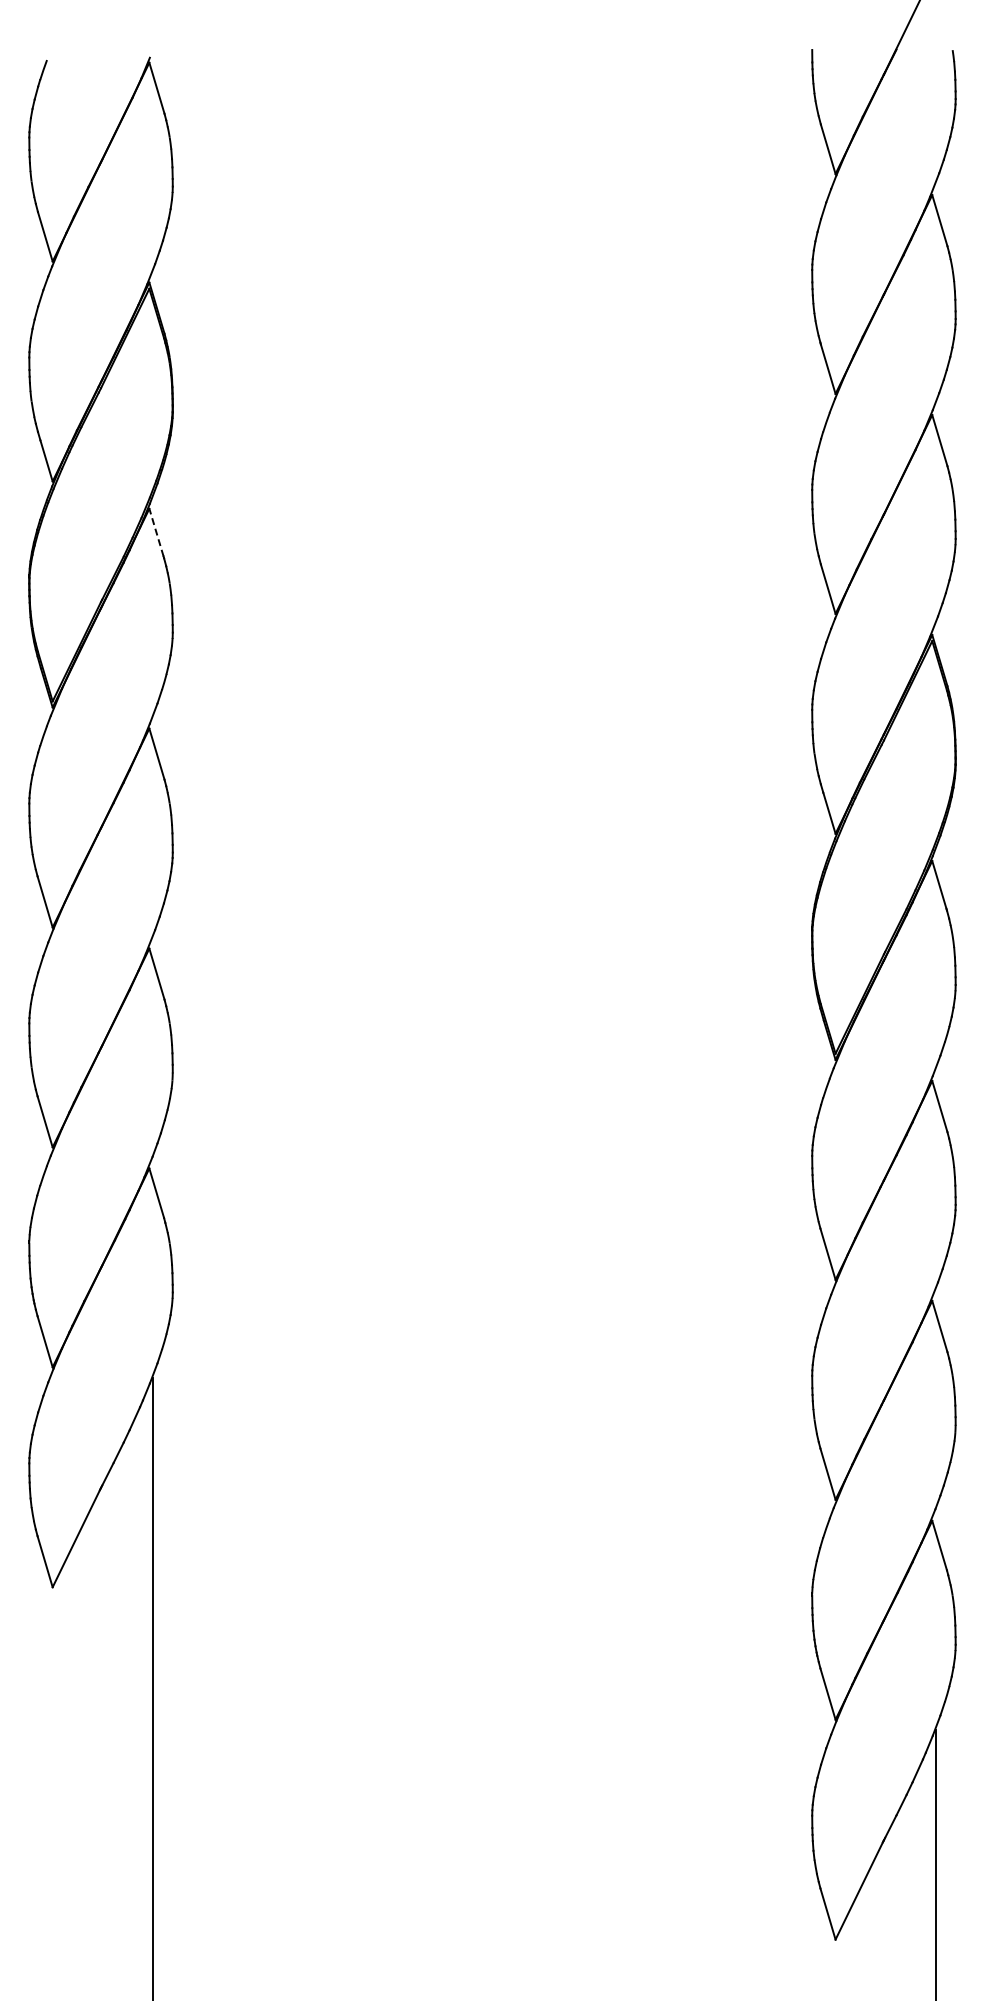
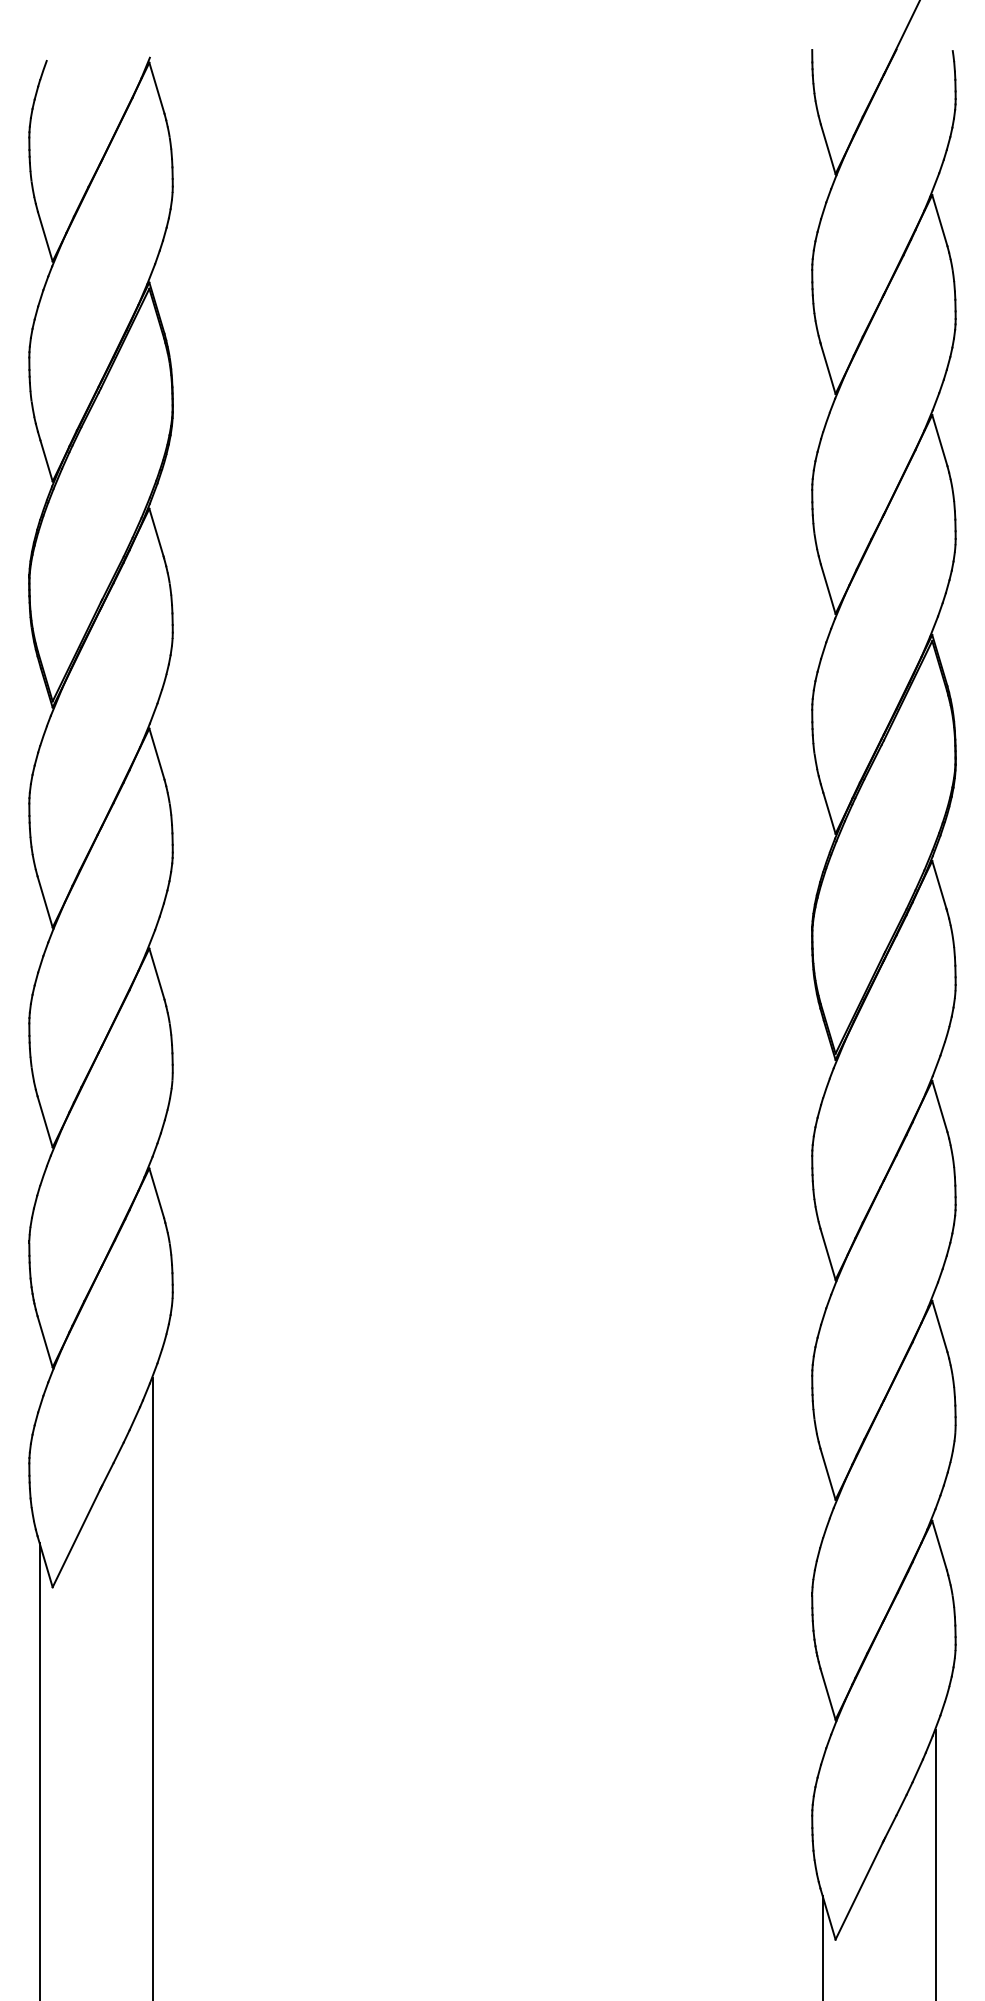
line at (156, 532): dashed -> solid
line at (39, 1770): none -> present
line at (822, 1946): none -> present
